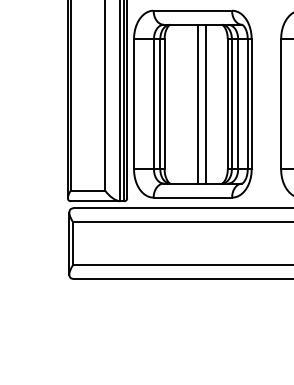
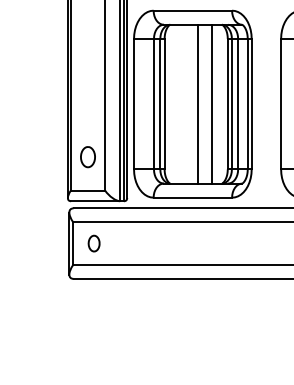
line at (206, 103) position: (206, 103) -> (212, 103)
part at (87, 157): none -> present
part at (93, 243): none -> present
